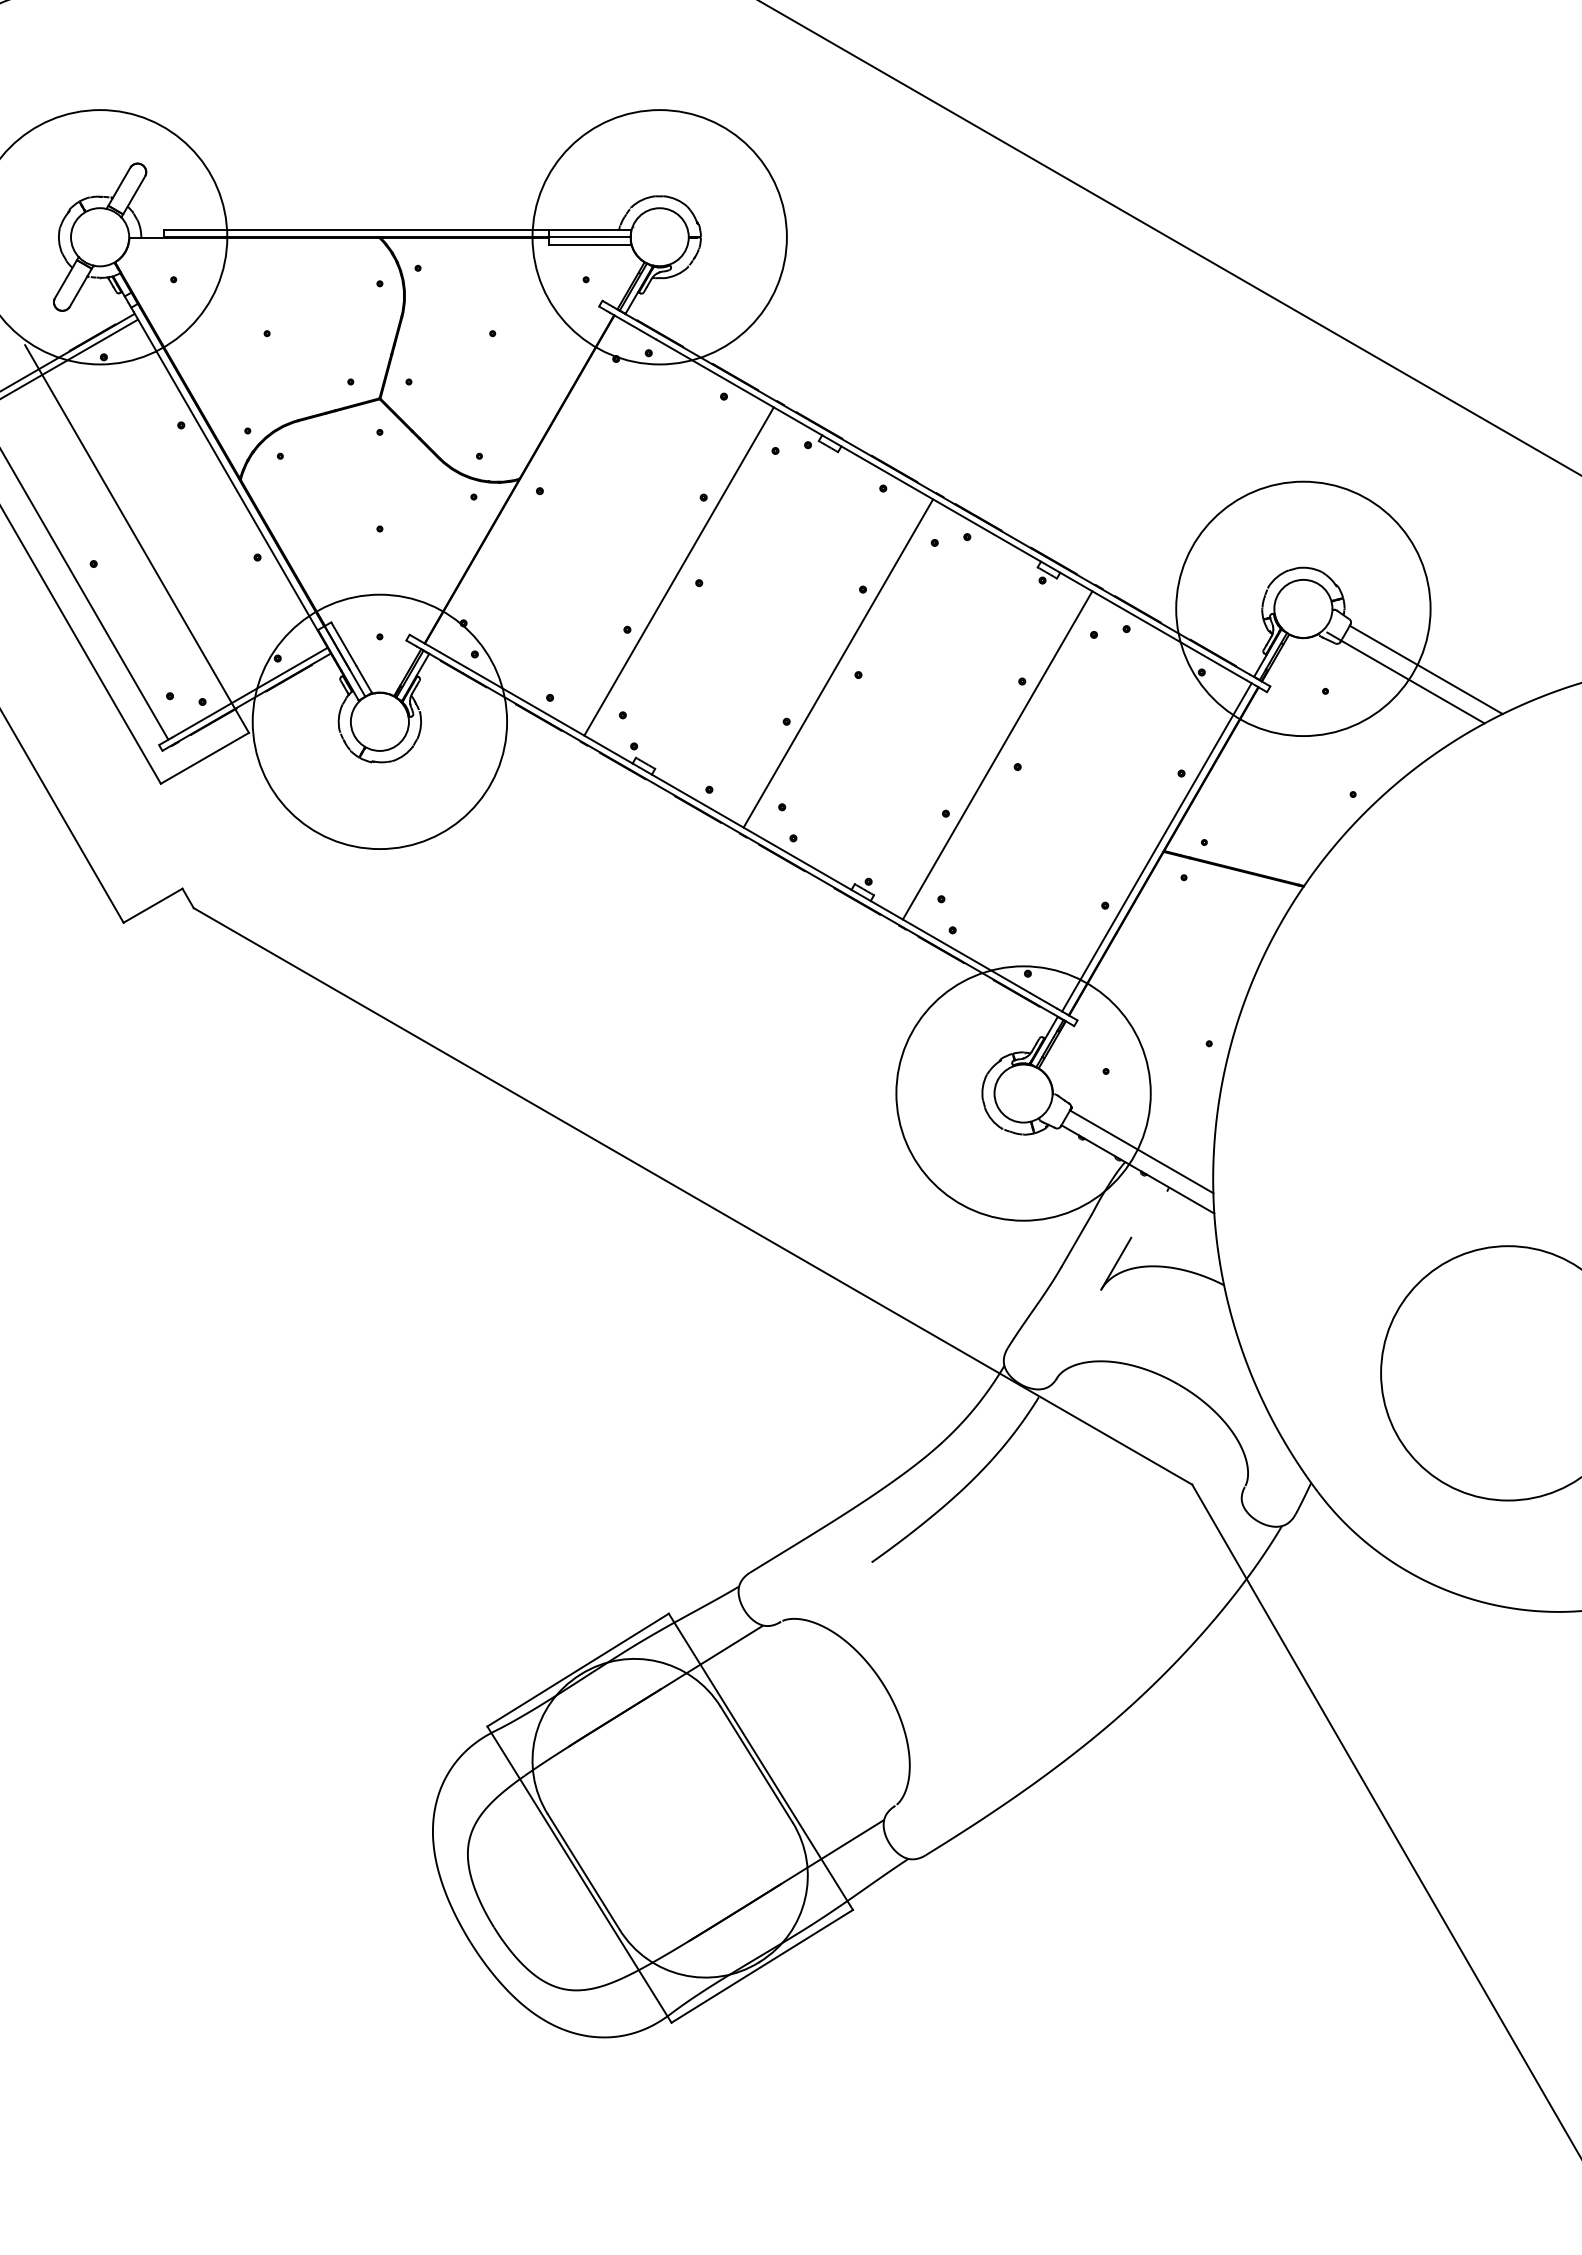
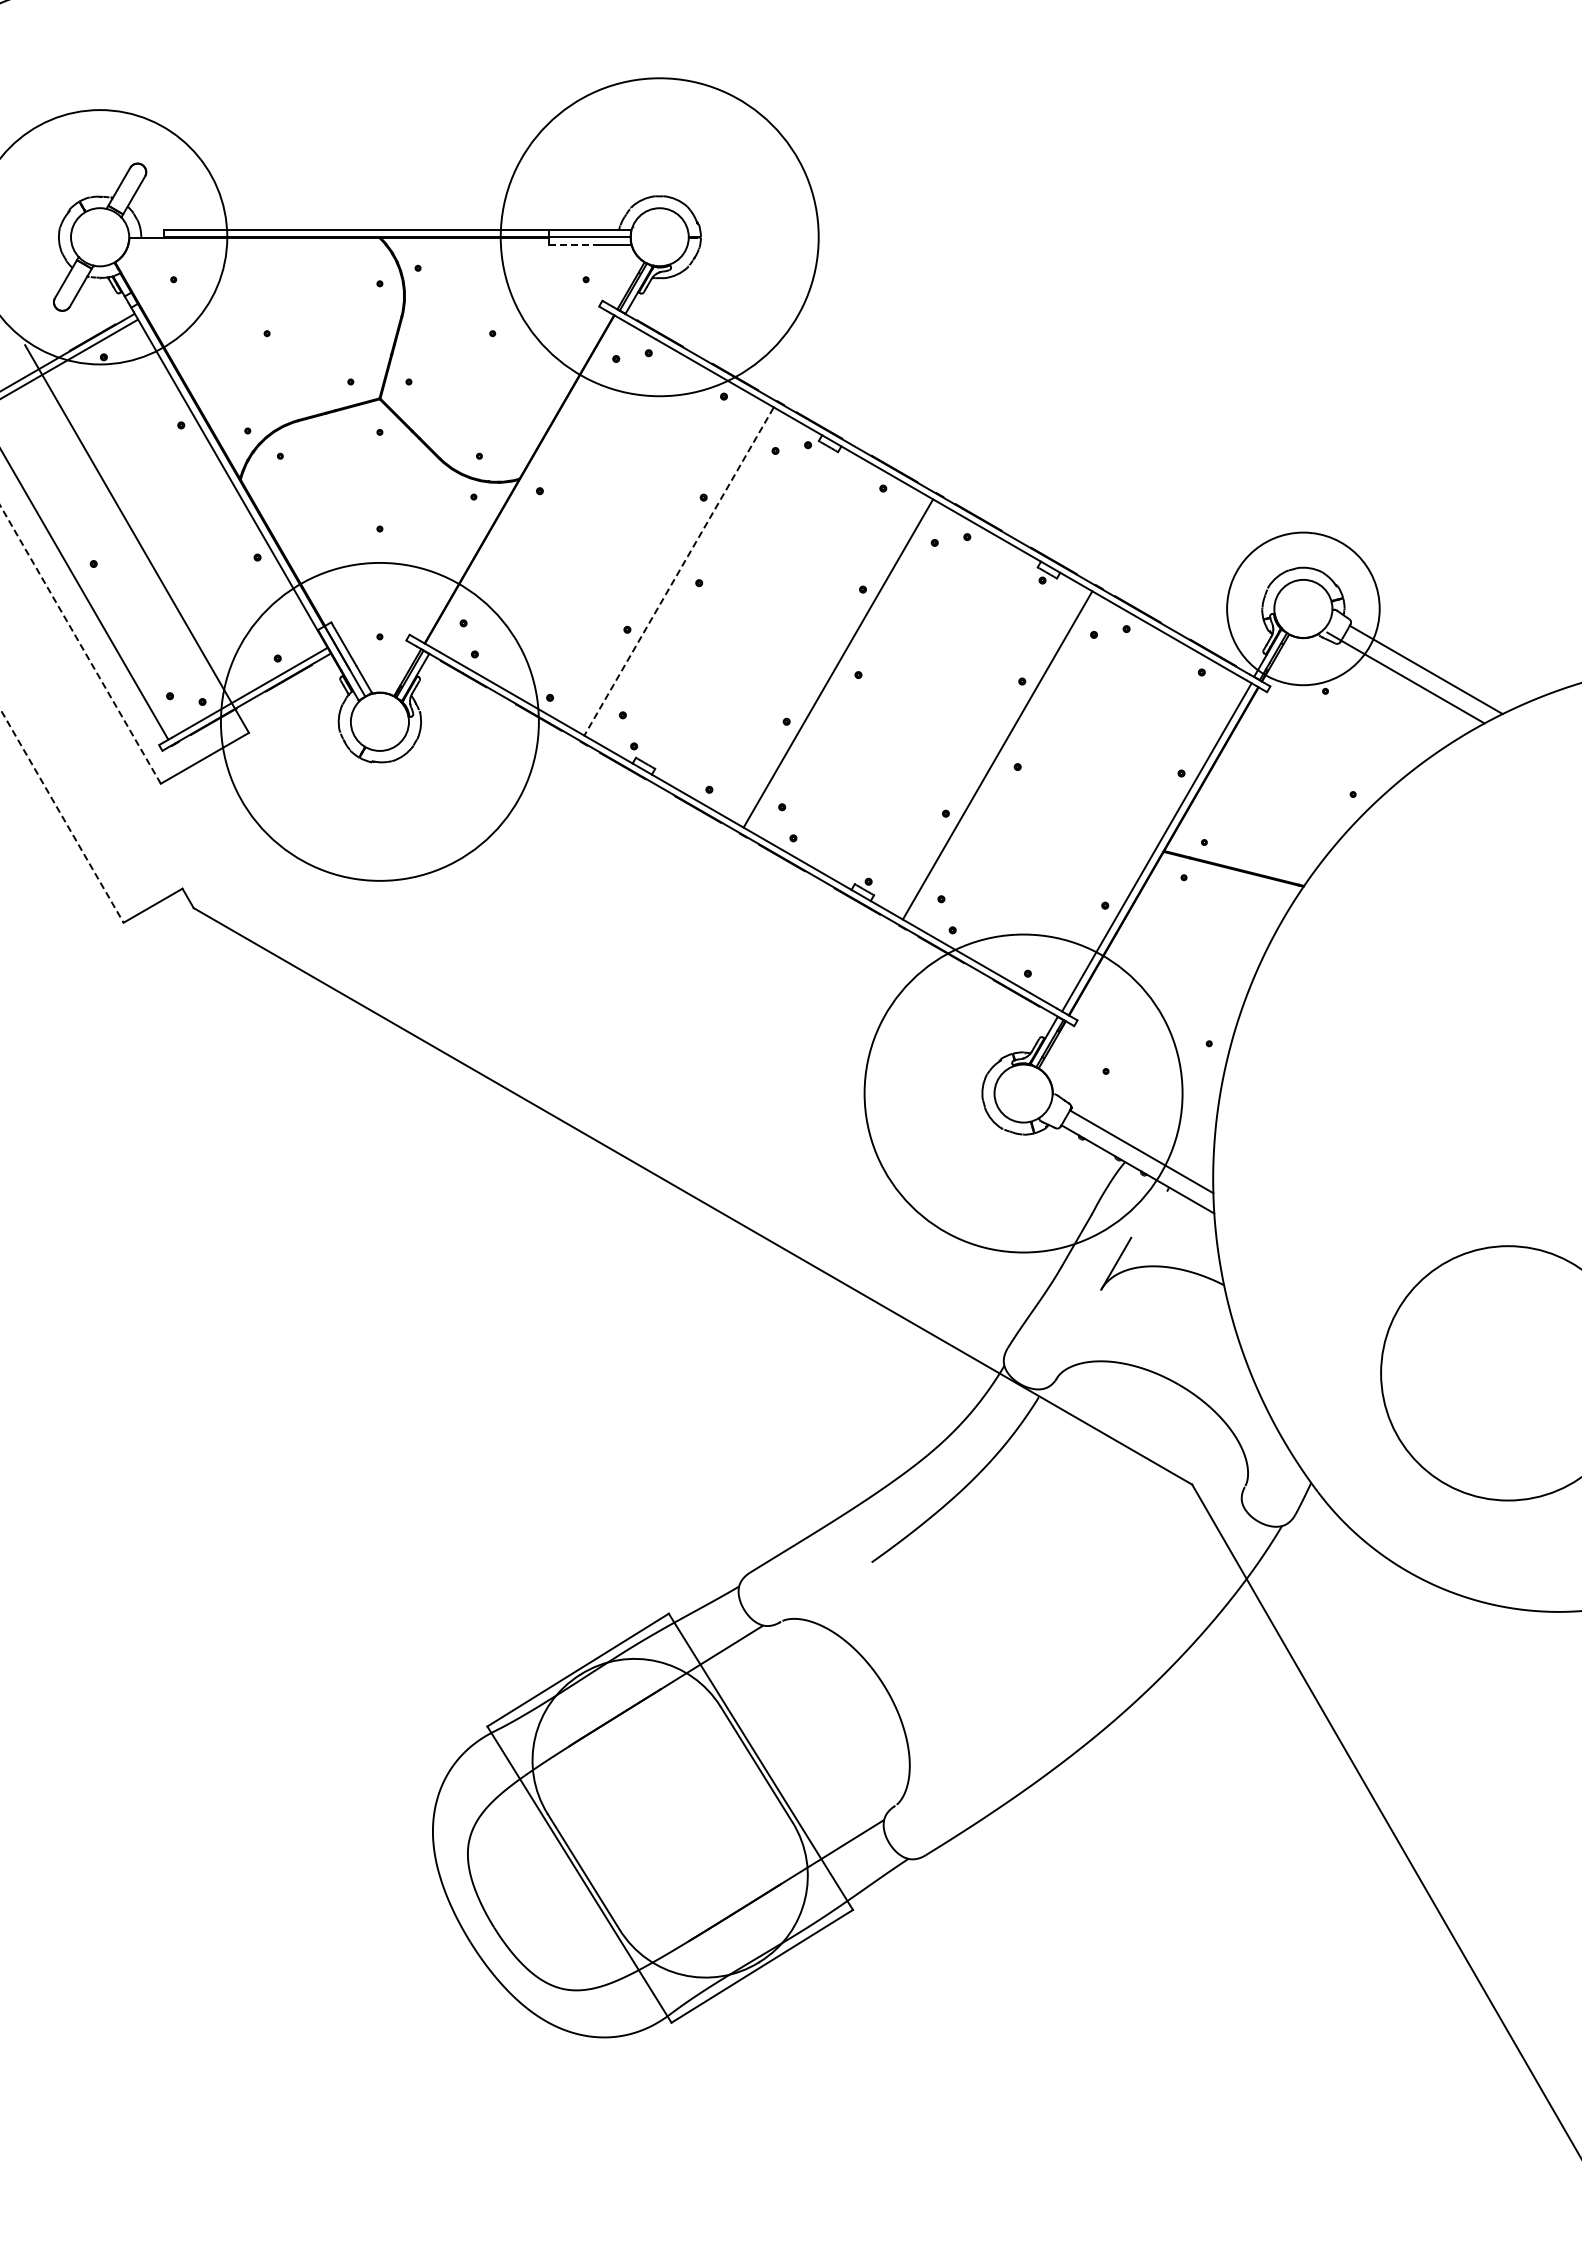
circle at (659, 237) diameter: 254 px -> 318 px
line at (1169, 237): present -> none
line at (574, 244): solid -> dashed
line at (678, 571): solid -> dashed
circle at (1303, 608) diameter: 254 px -> 153 px
line at (80, 644): solid -> dashed
circle at (379, 721) diameter: 254 px -> 318 px
line at (62, 816): solid -> dashed
circle at (1023, 1093) diameter: 254 px -> 318 px
